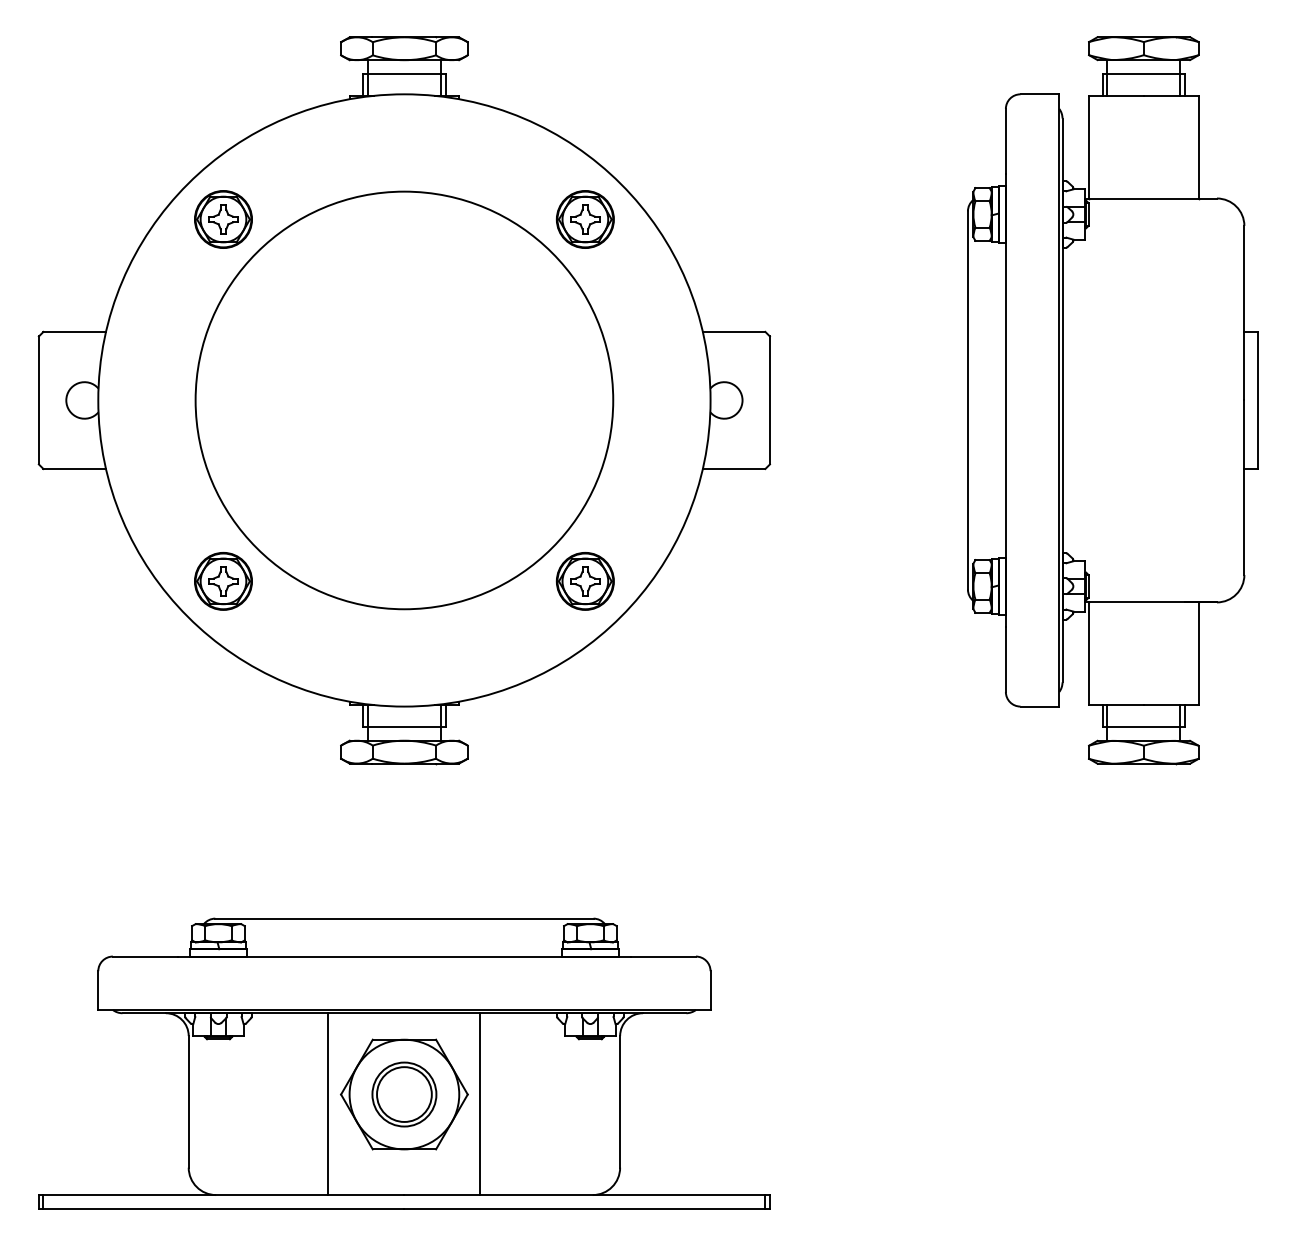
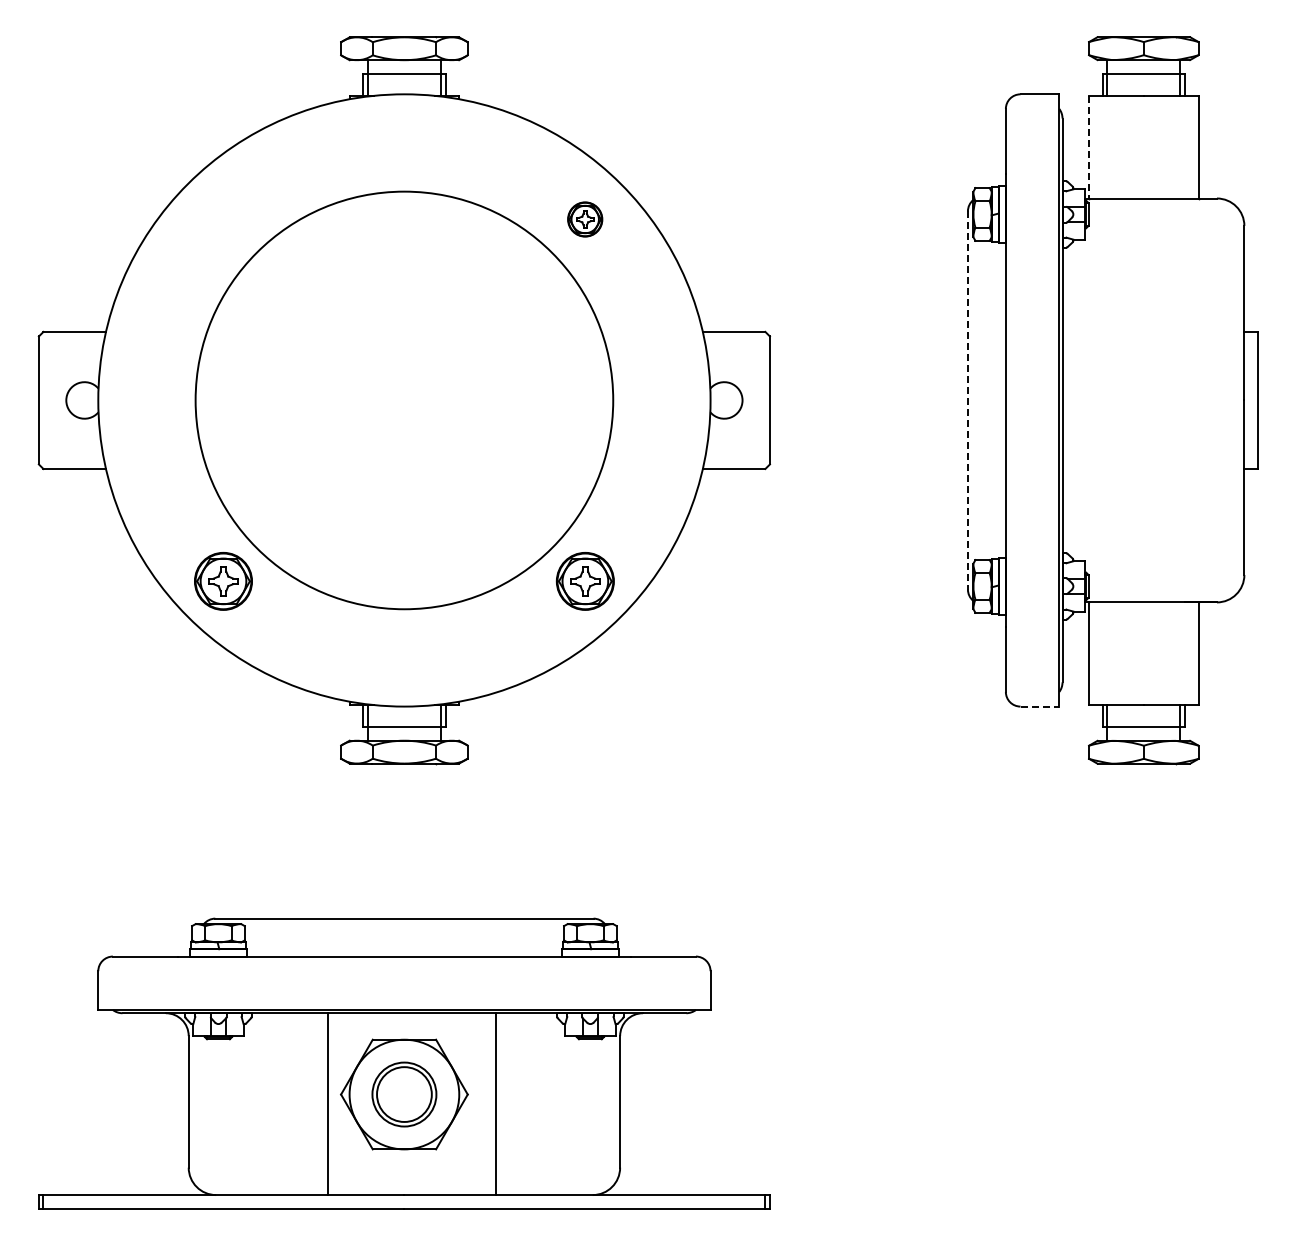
line at (1089, 147): solid -> dashed
part at (223, 219): present -> none
part at (584, 219) size: 60x59 px -> 37x37 px
line at (967, 400): solid -> dashed
line at (1040, 706): solid -> dashed
line at (480, 1104) position: (480, 1104) -> (496, 1104)
